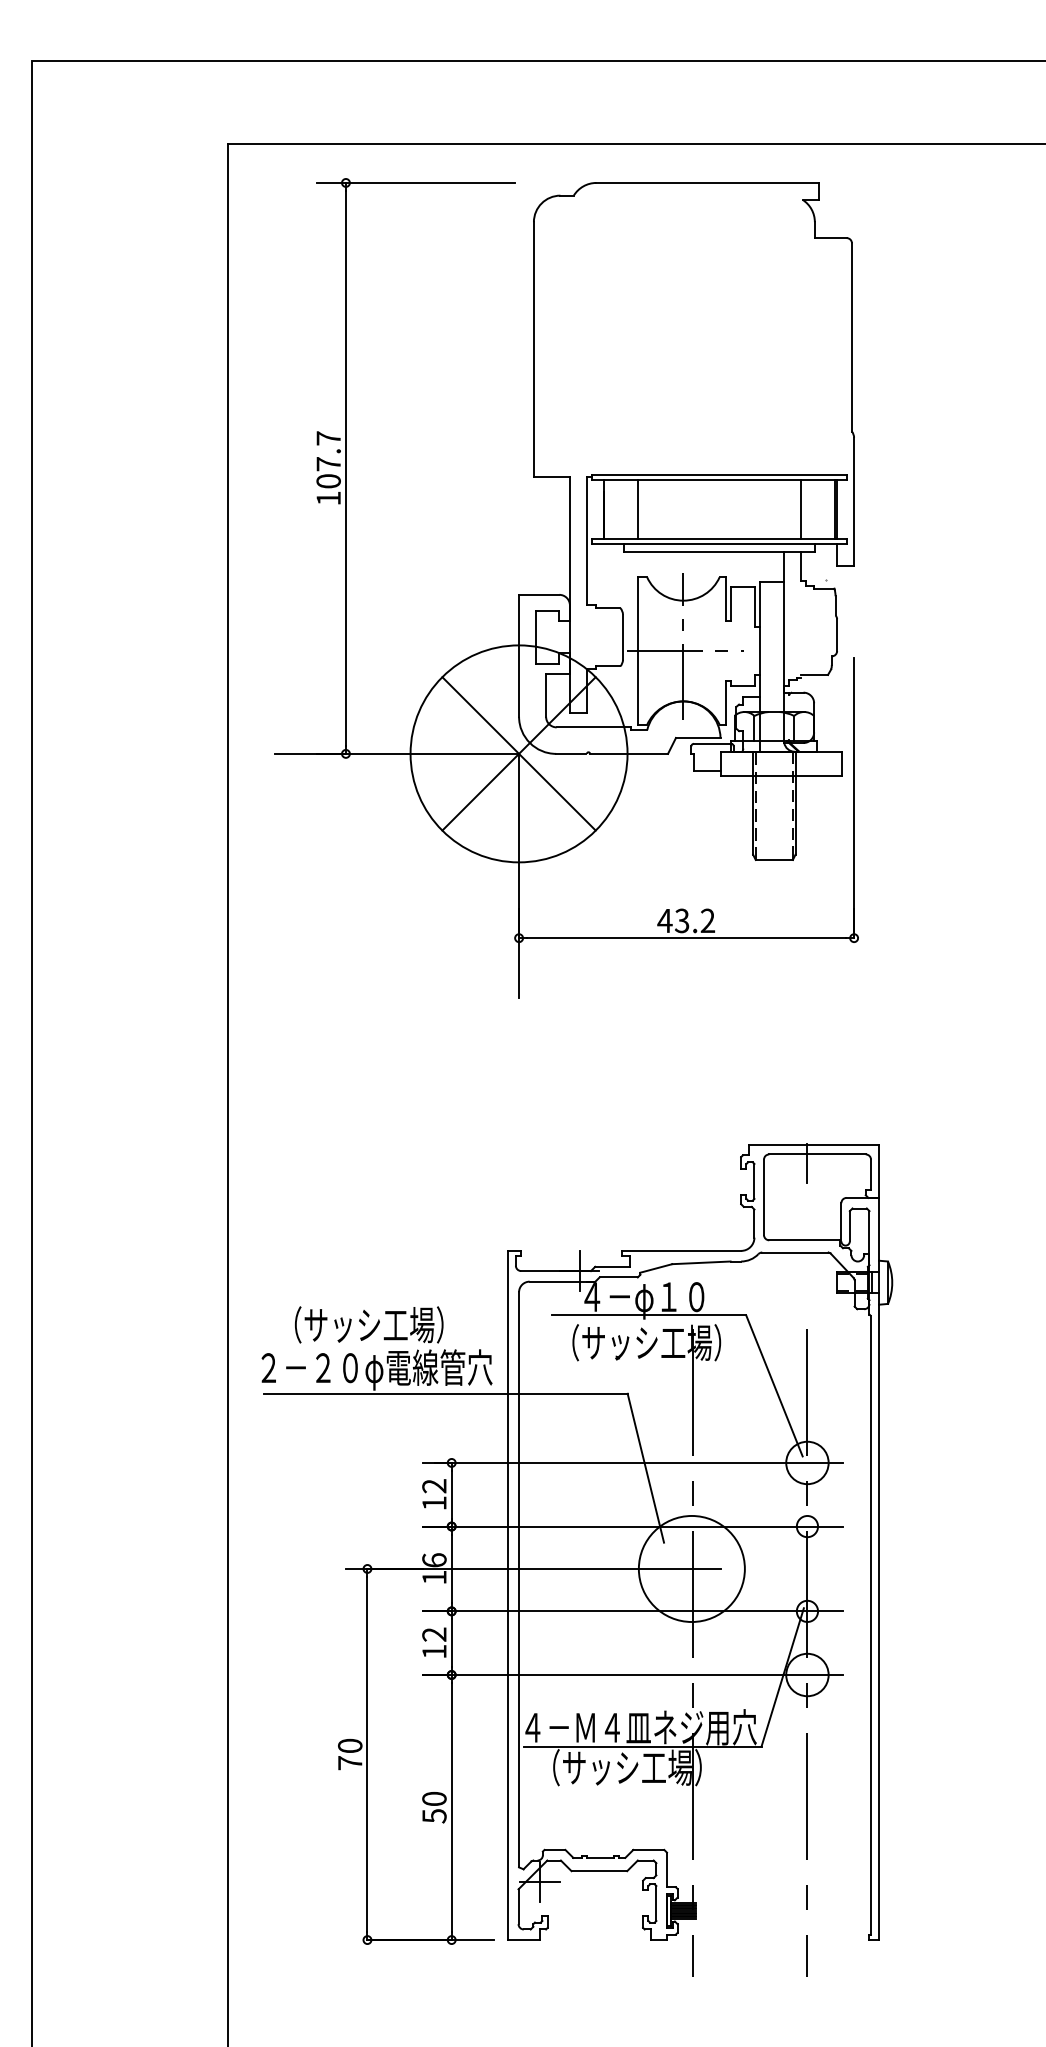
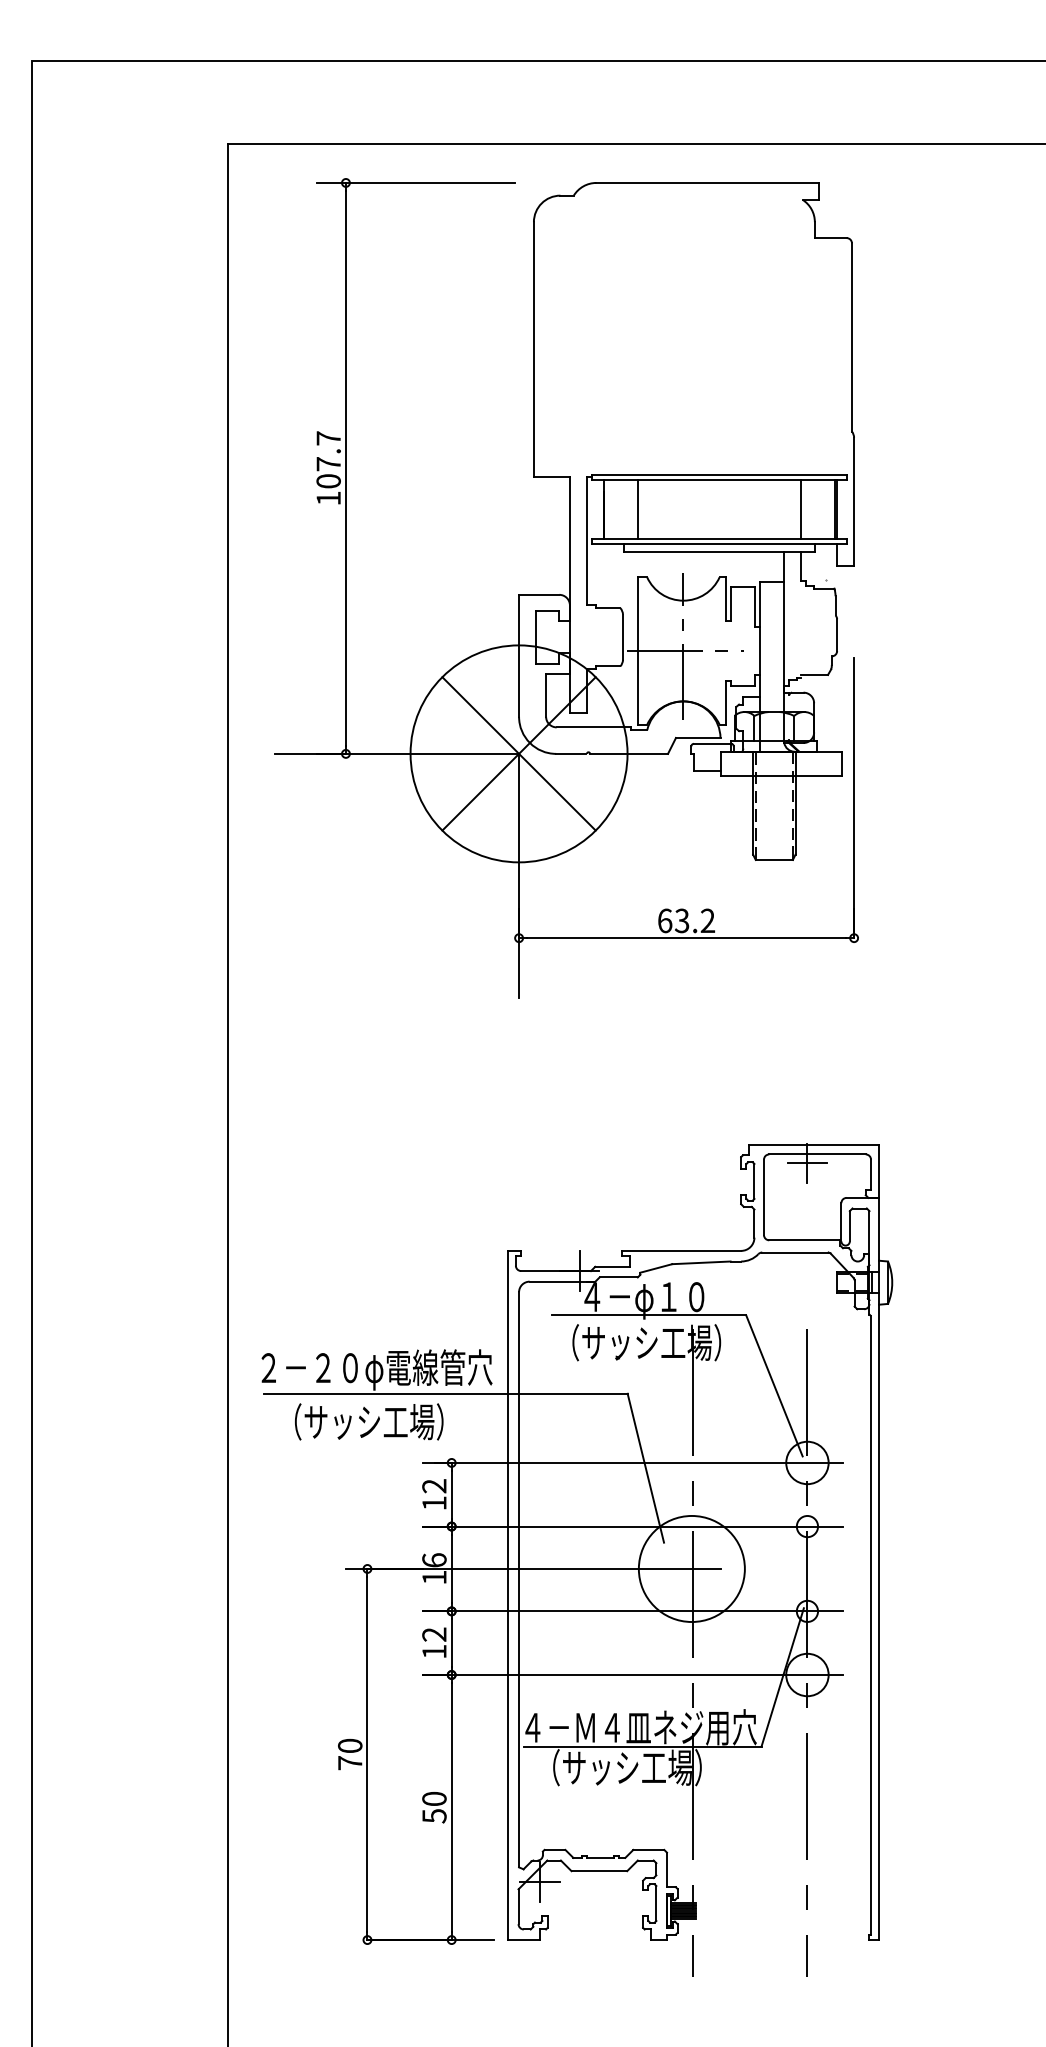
text at (664, 920): 43.2 -> 63.2
line at (807, 1163): none -> present
text at (369, 1324) position: (369, 1324) -> (369, 1421)
